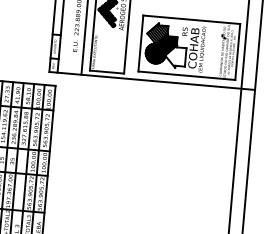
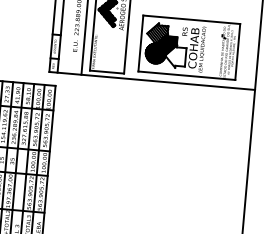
line at (238, 116): present -> none
